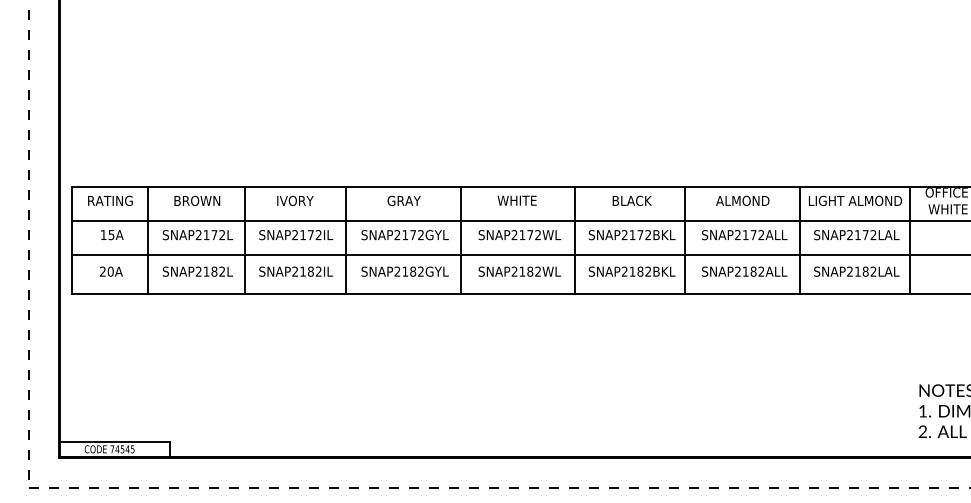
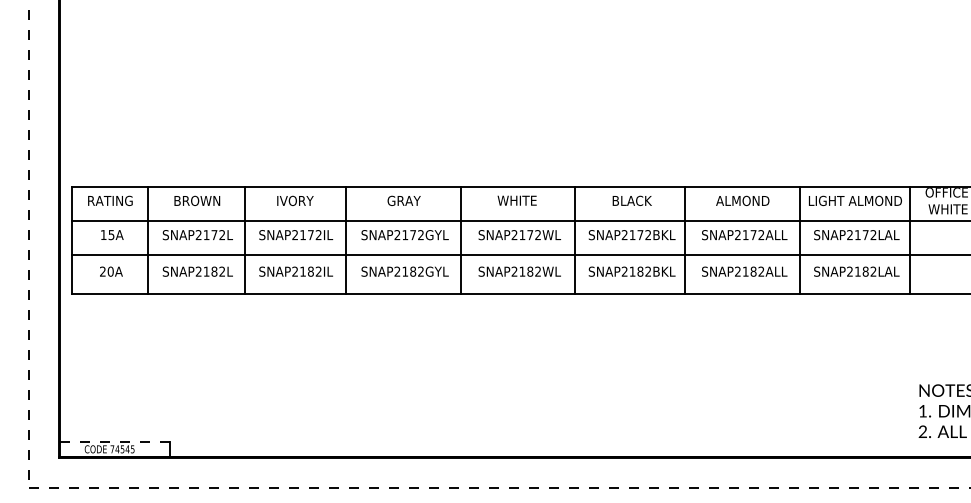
line at (115, 441): solid -> dashed
